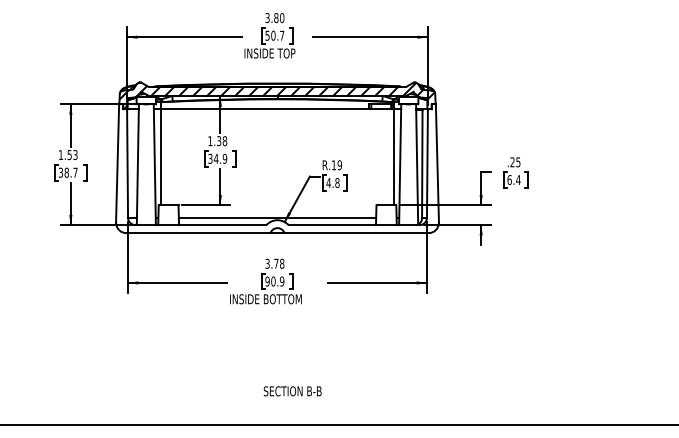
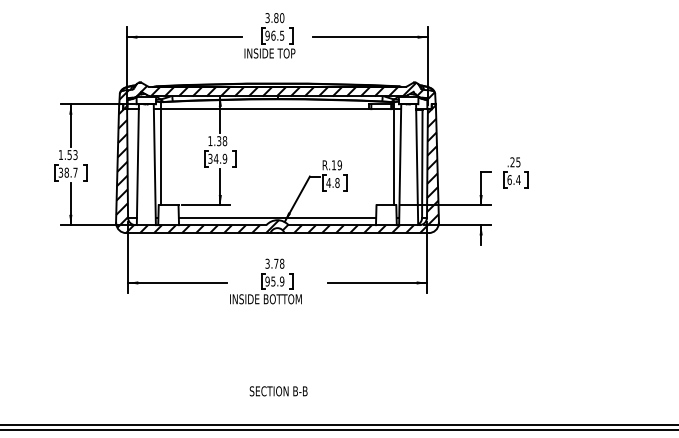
text at (274, 35): 50.7 -> 96.5
hatch at (277, 169): none -> present
text at (273, 281): 90.9 -> 95.9
text at (292, 391) position: (292, 391) -> (278, 391)
line at (338, 429): none -> present
